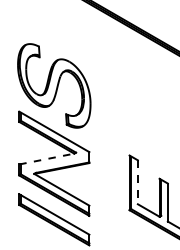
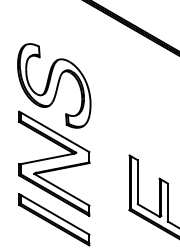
line at (47, 158): dashed -> solid
line at (137, 182): dashed -> solid
